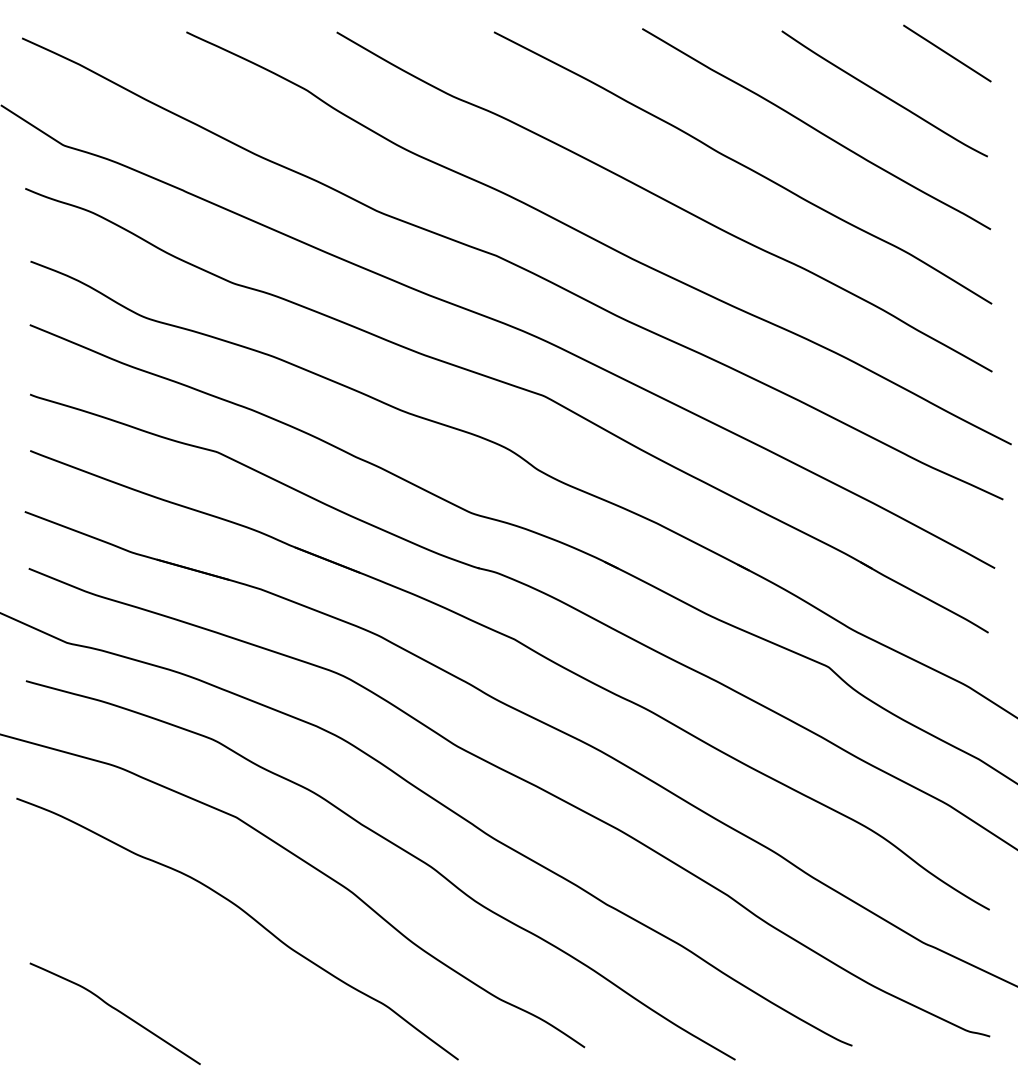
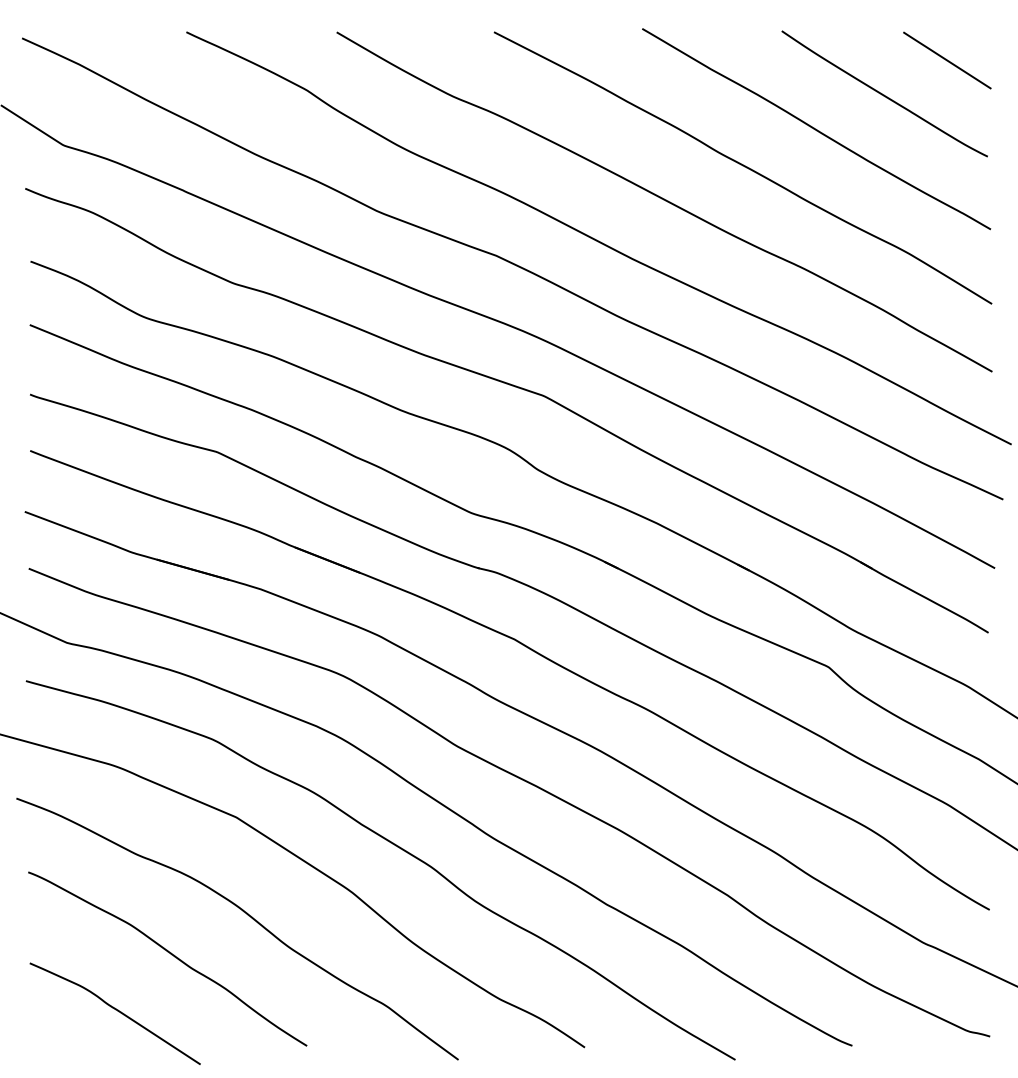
line at (947, 53) position: (947, 53) -> (947, 60)
curve at (170, 954): none -> present
